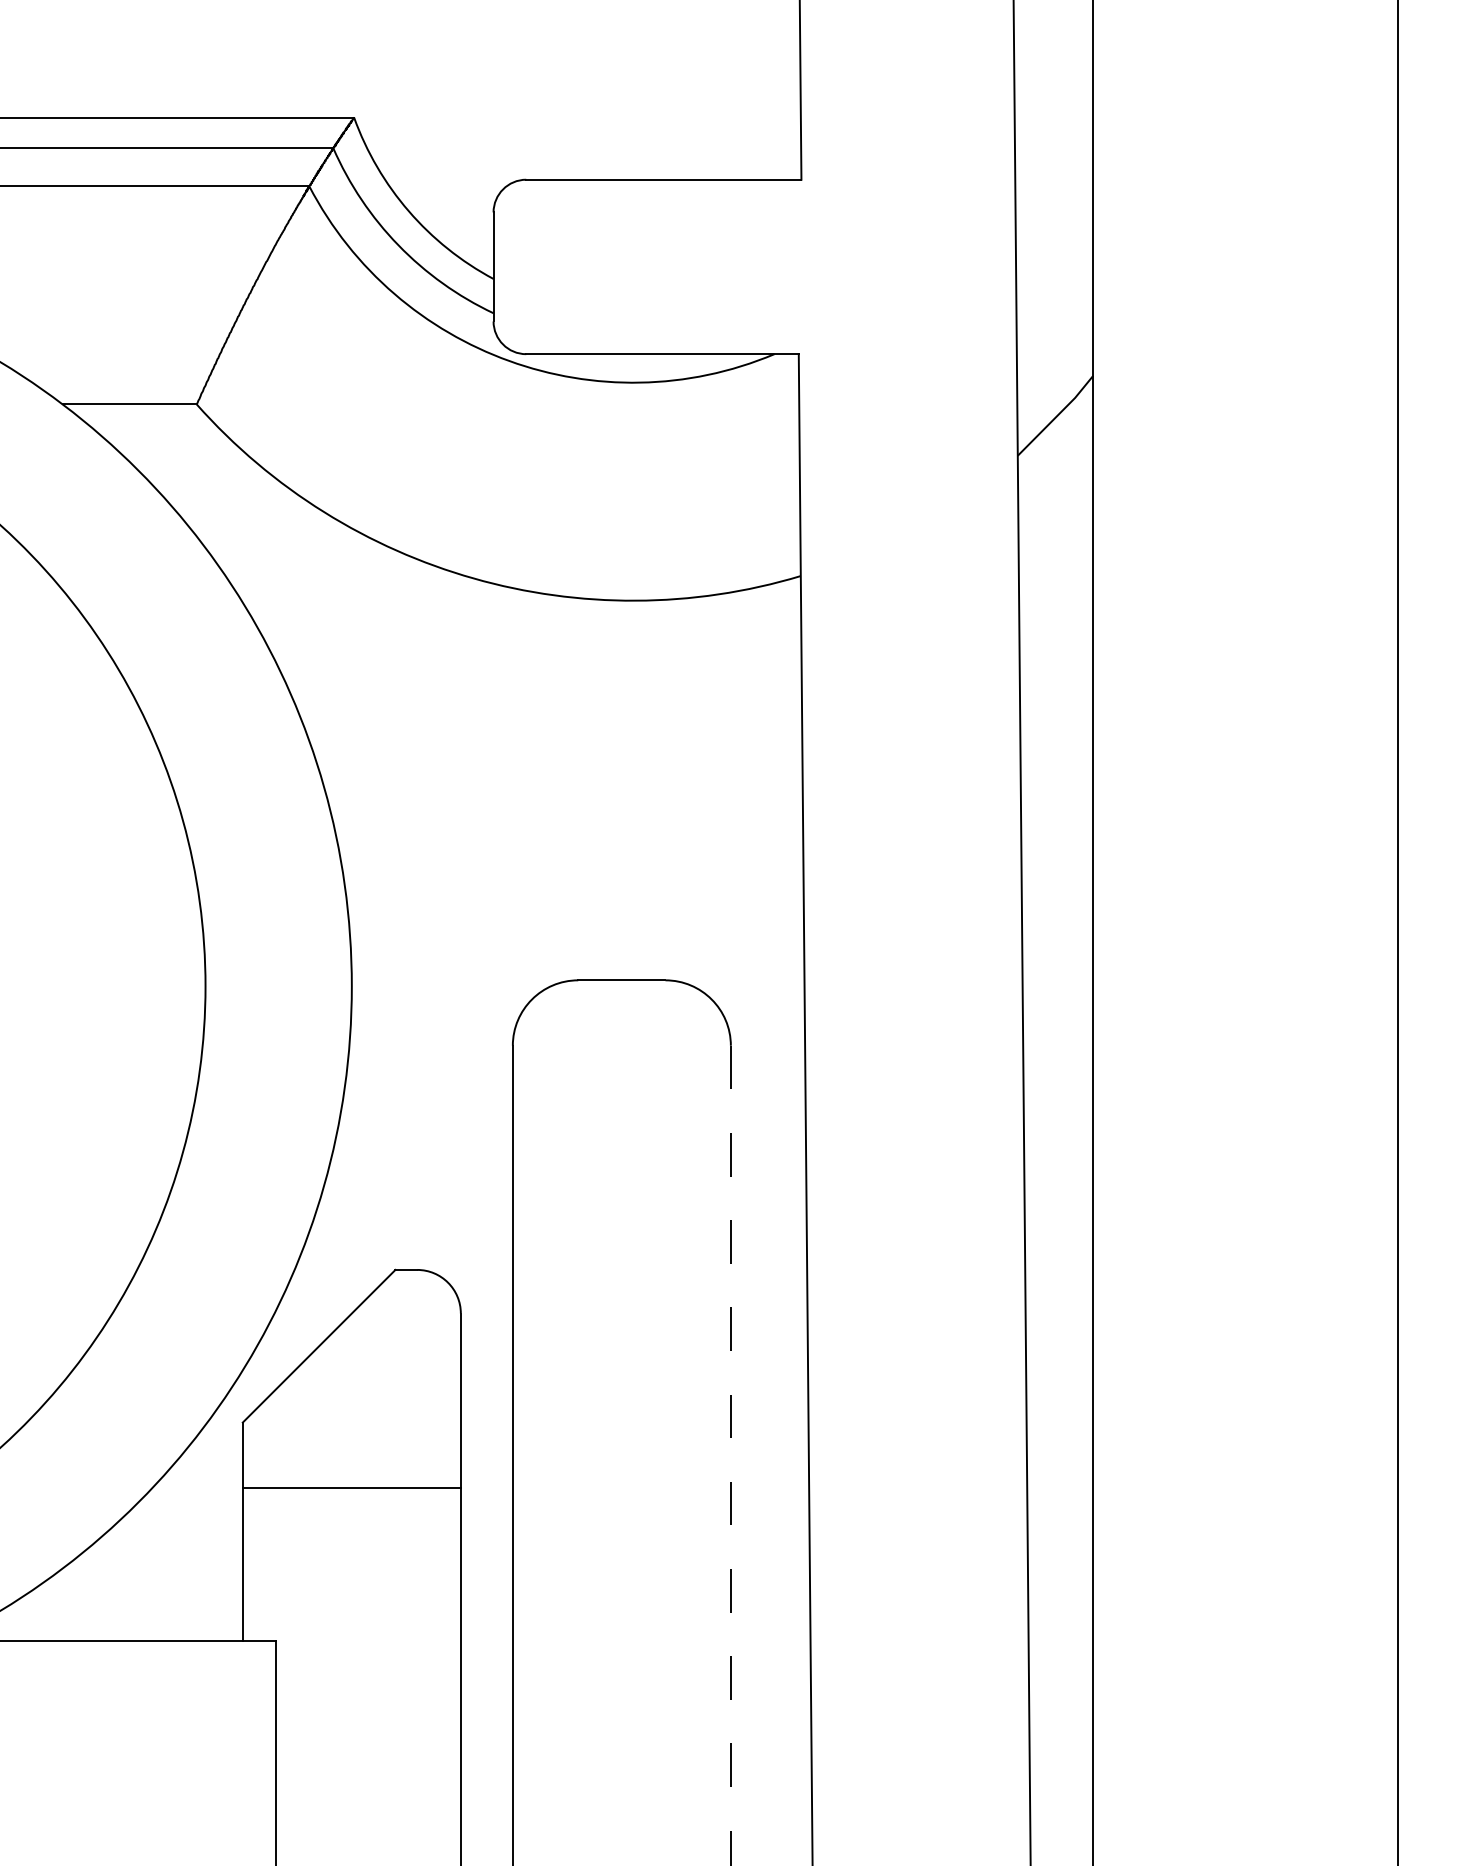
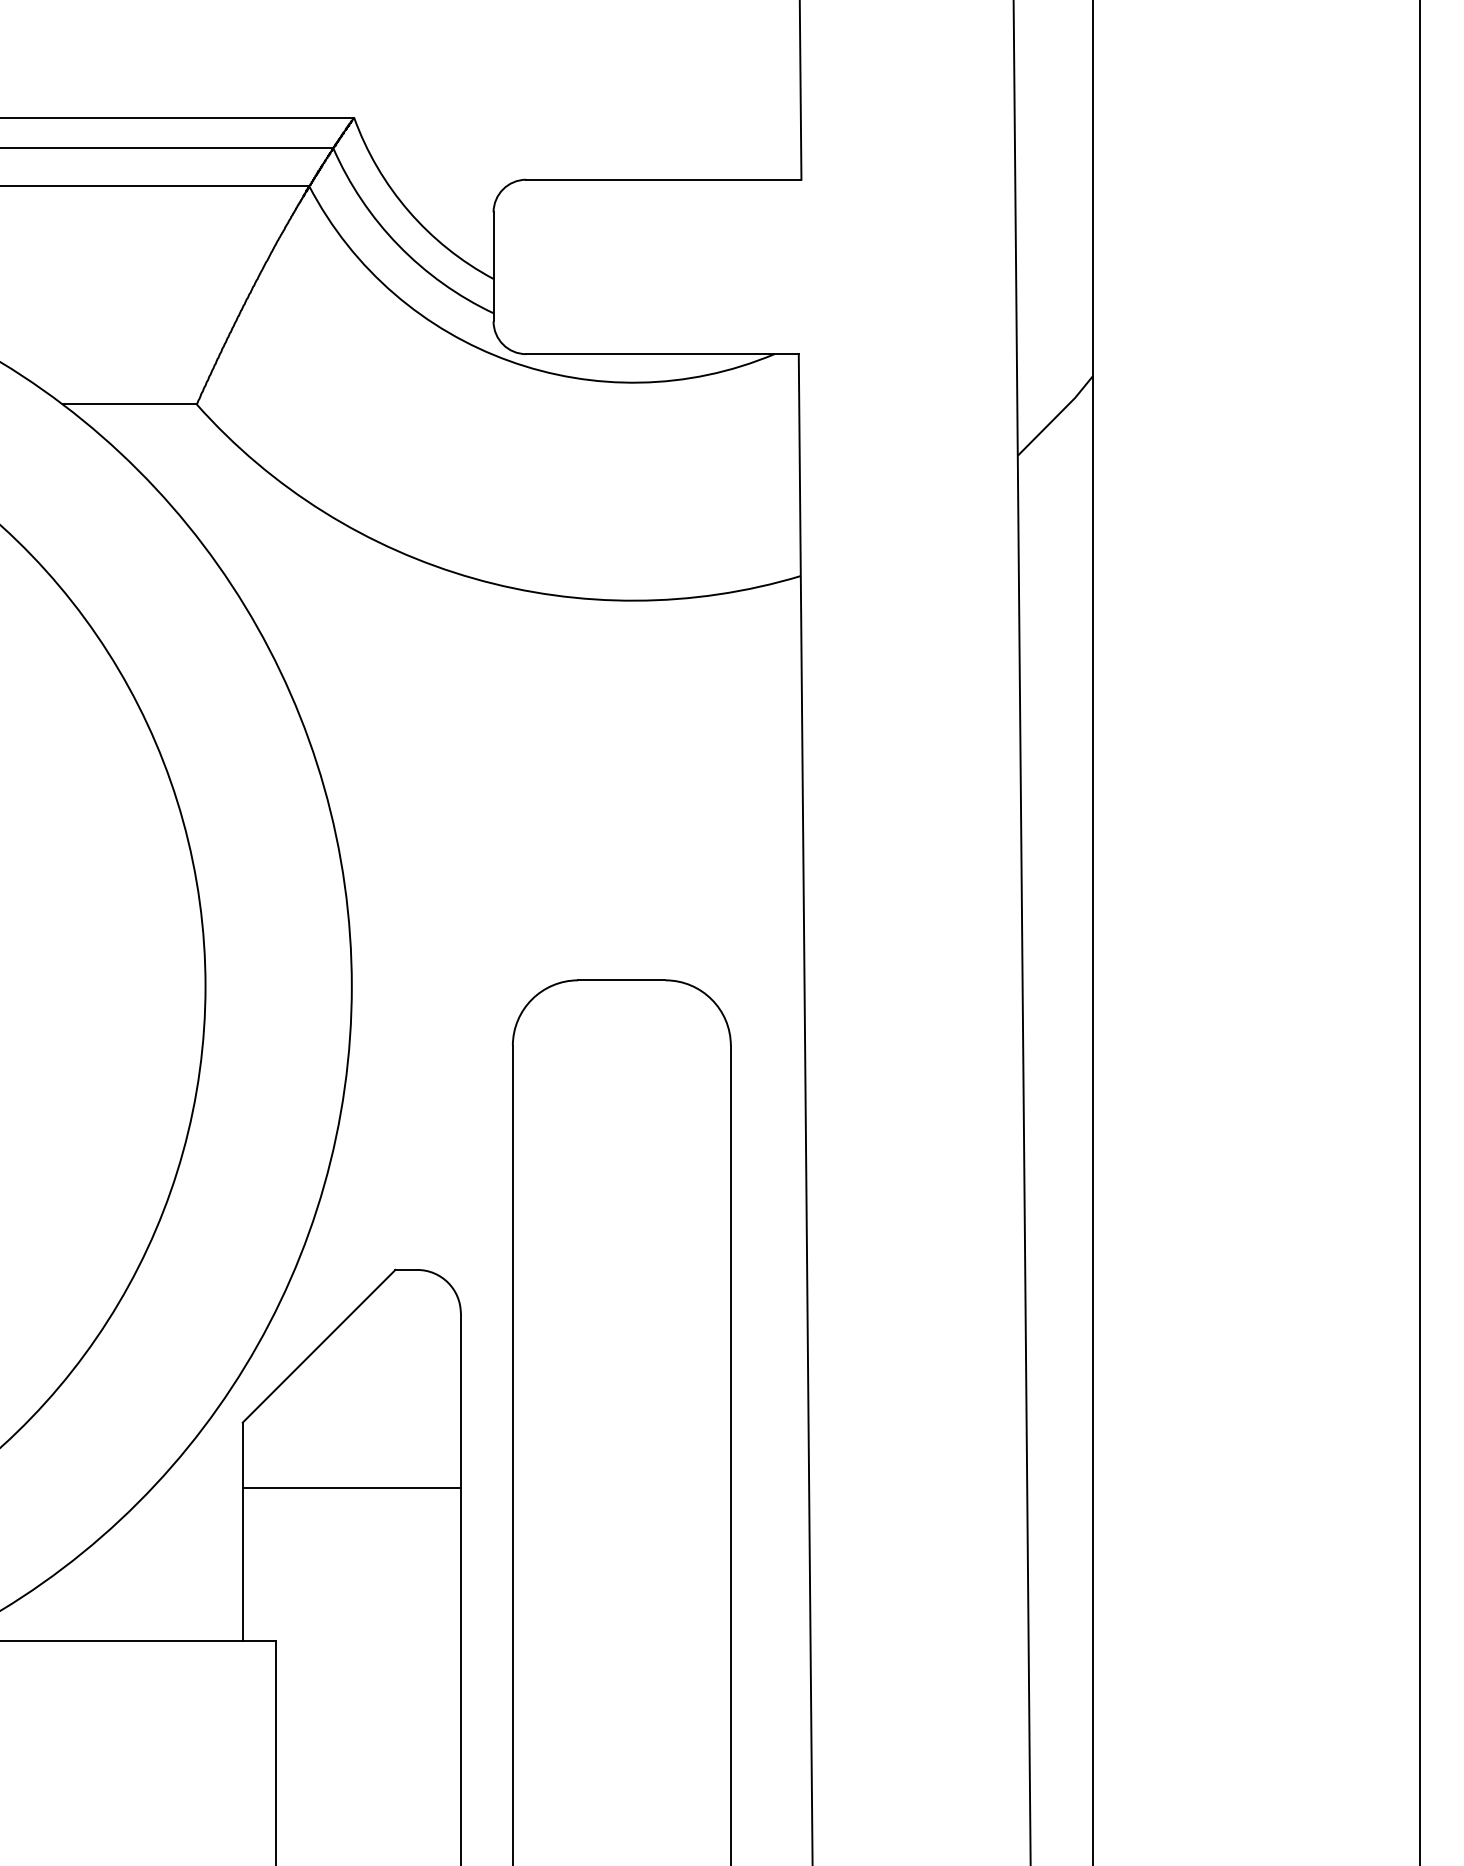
line at (1398, 932) position: (1398, 932) -> (1420, 932)
line at (730, 1455): dashed -> solid
